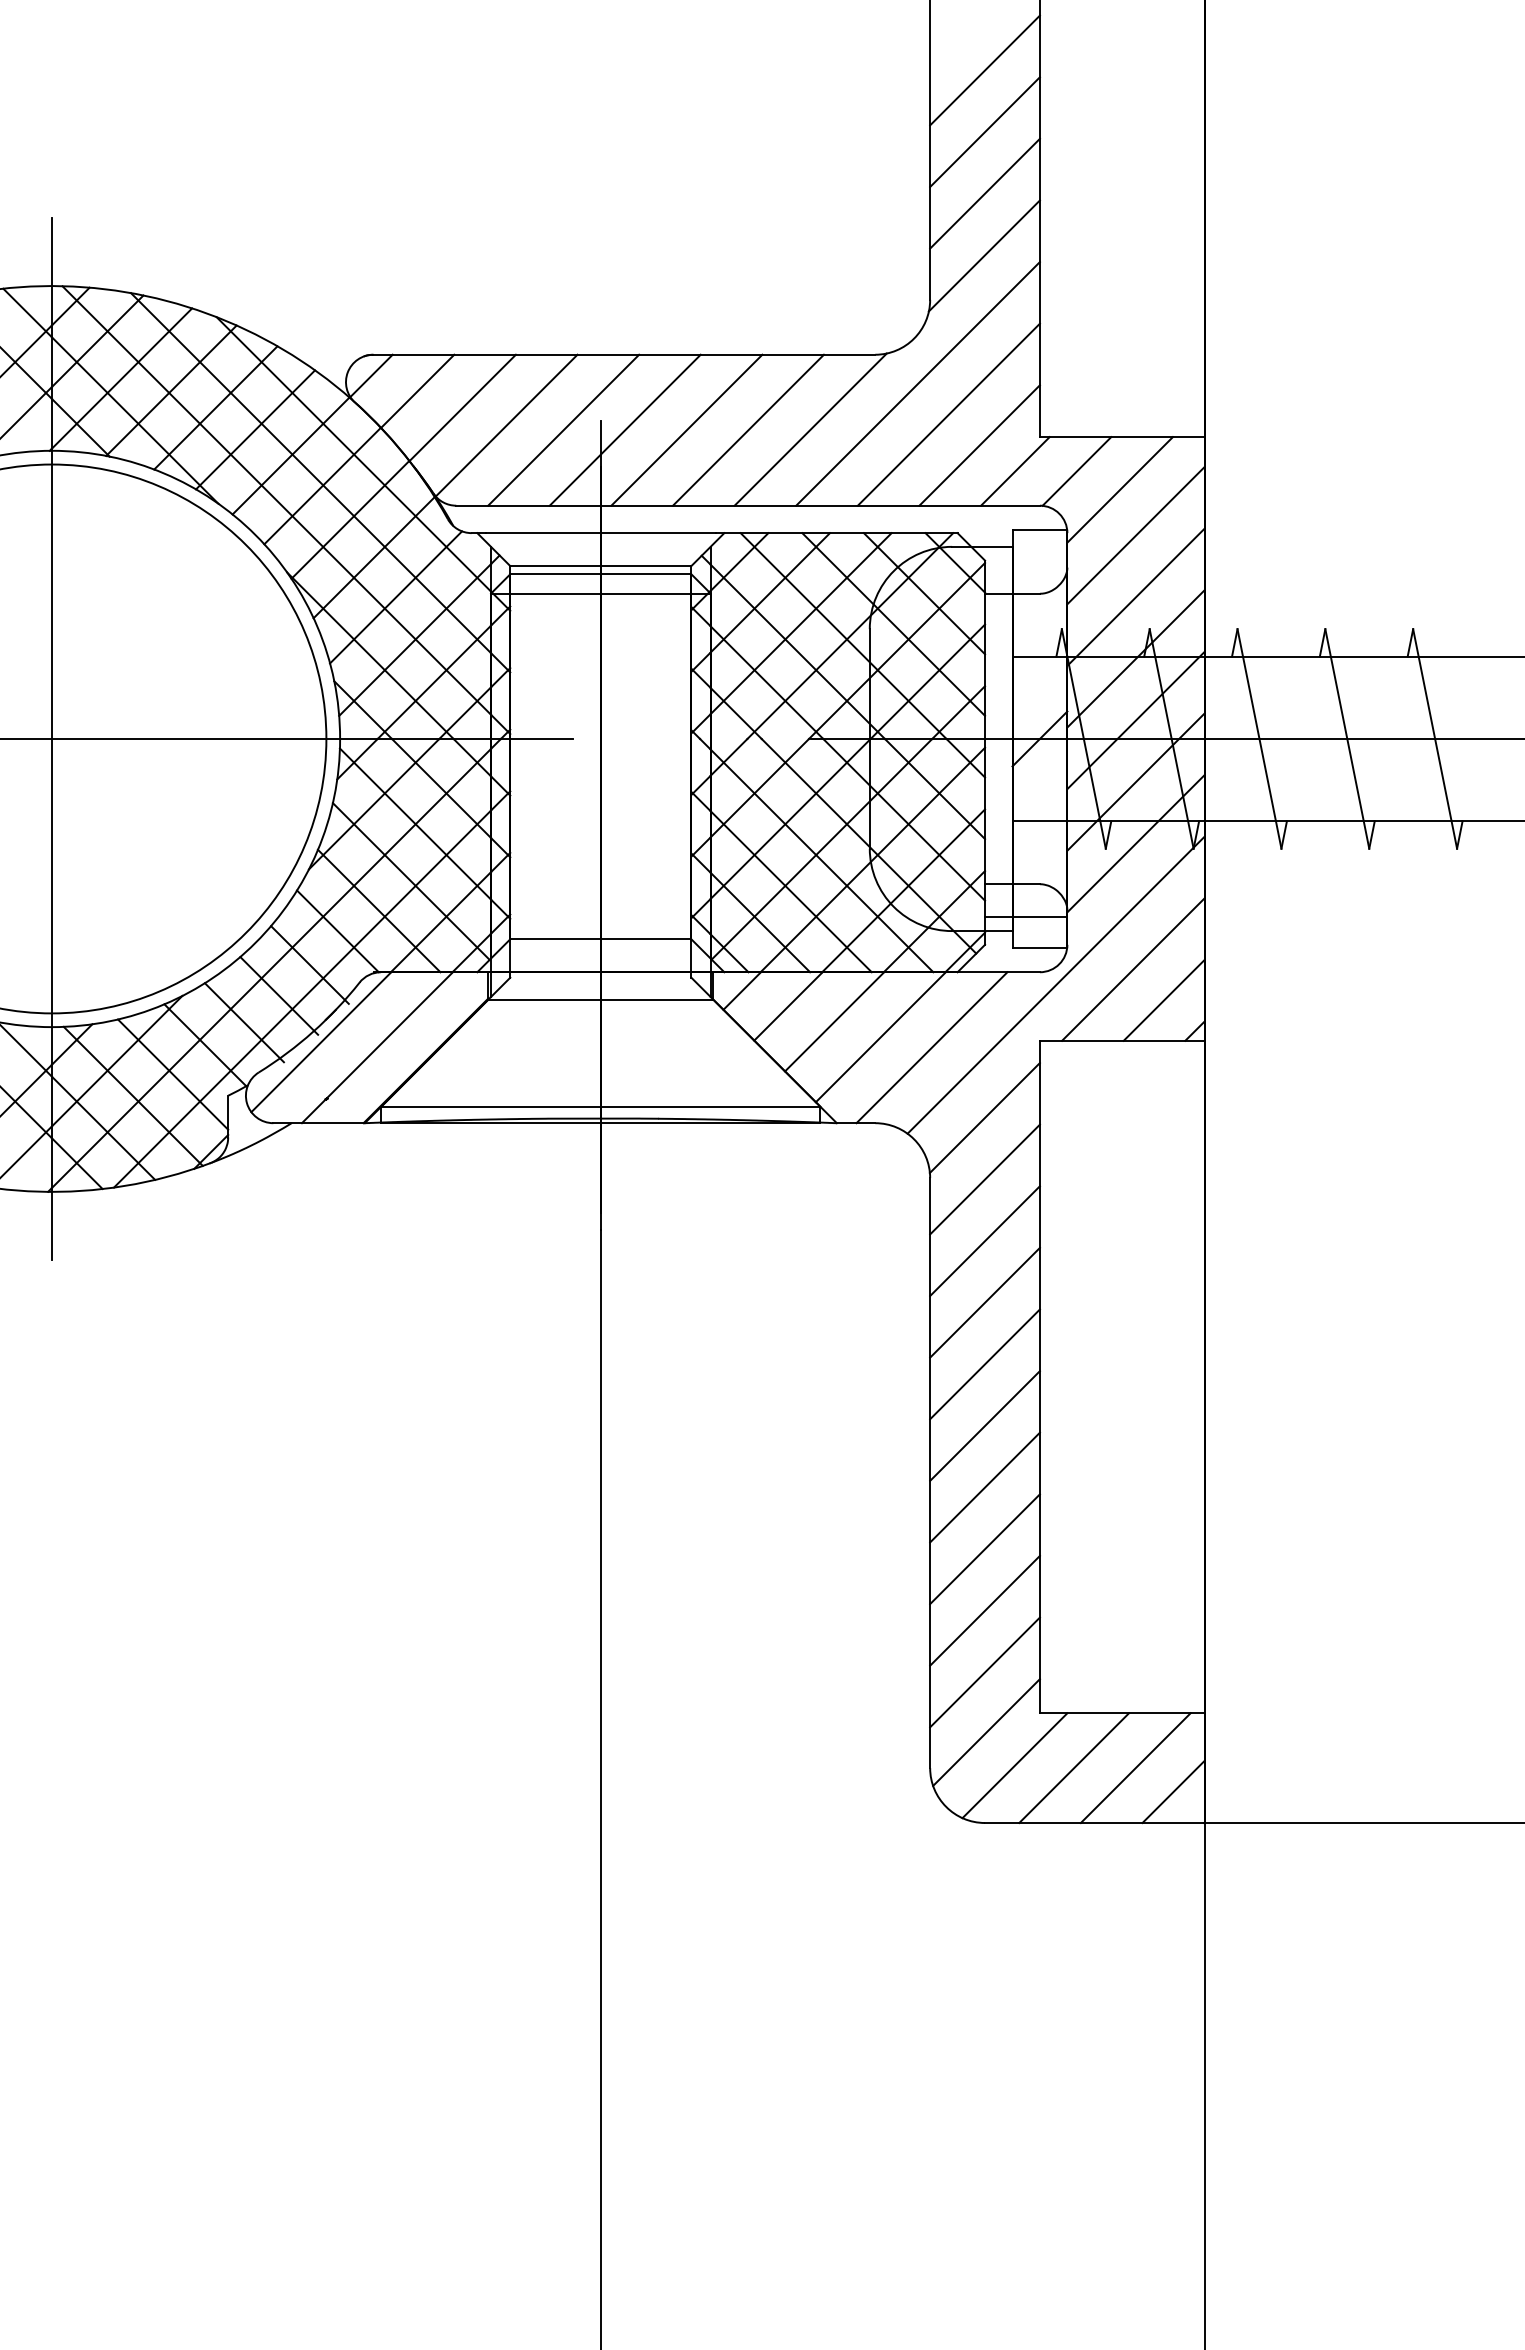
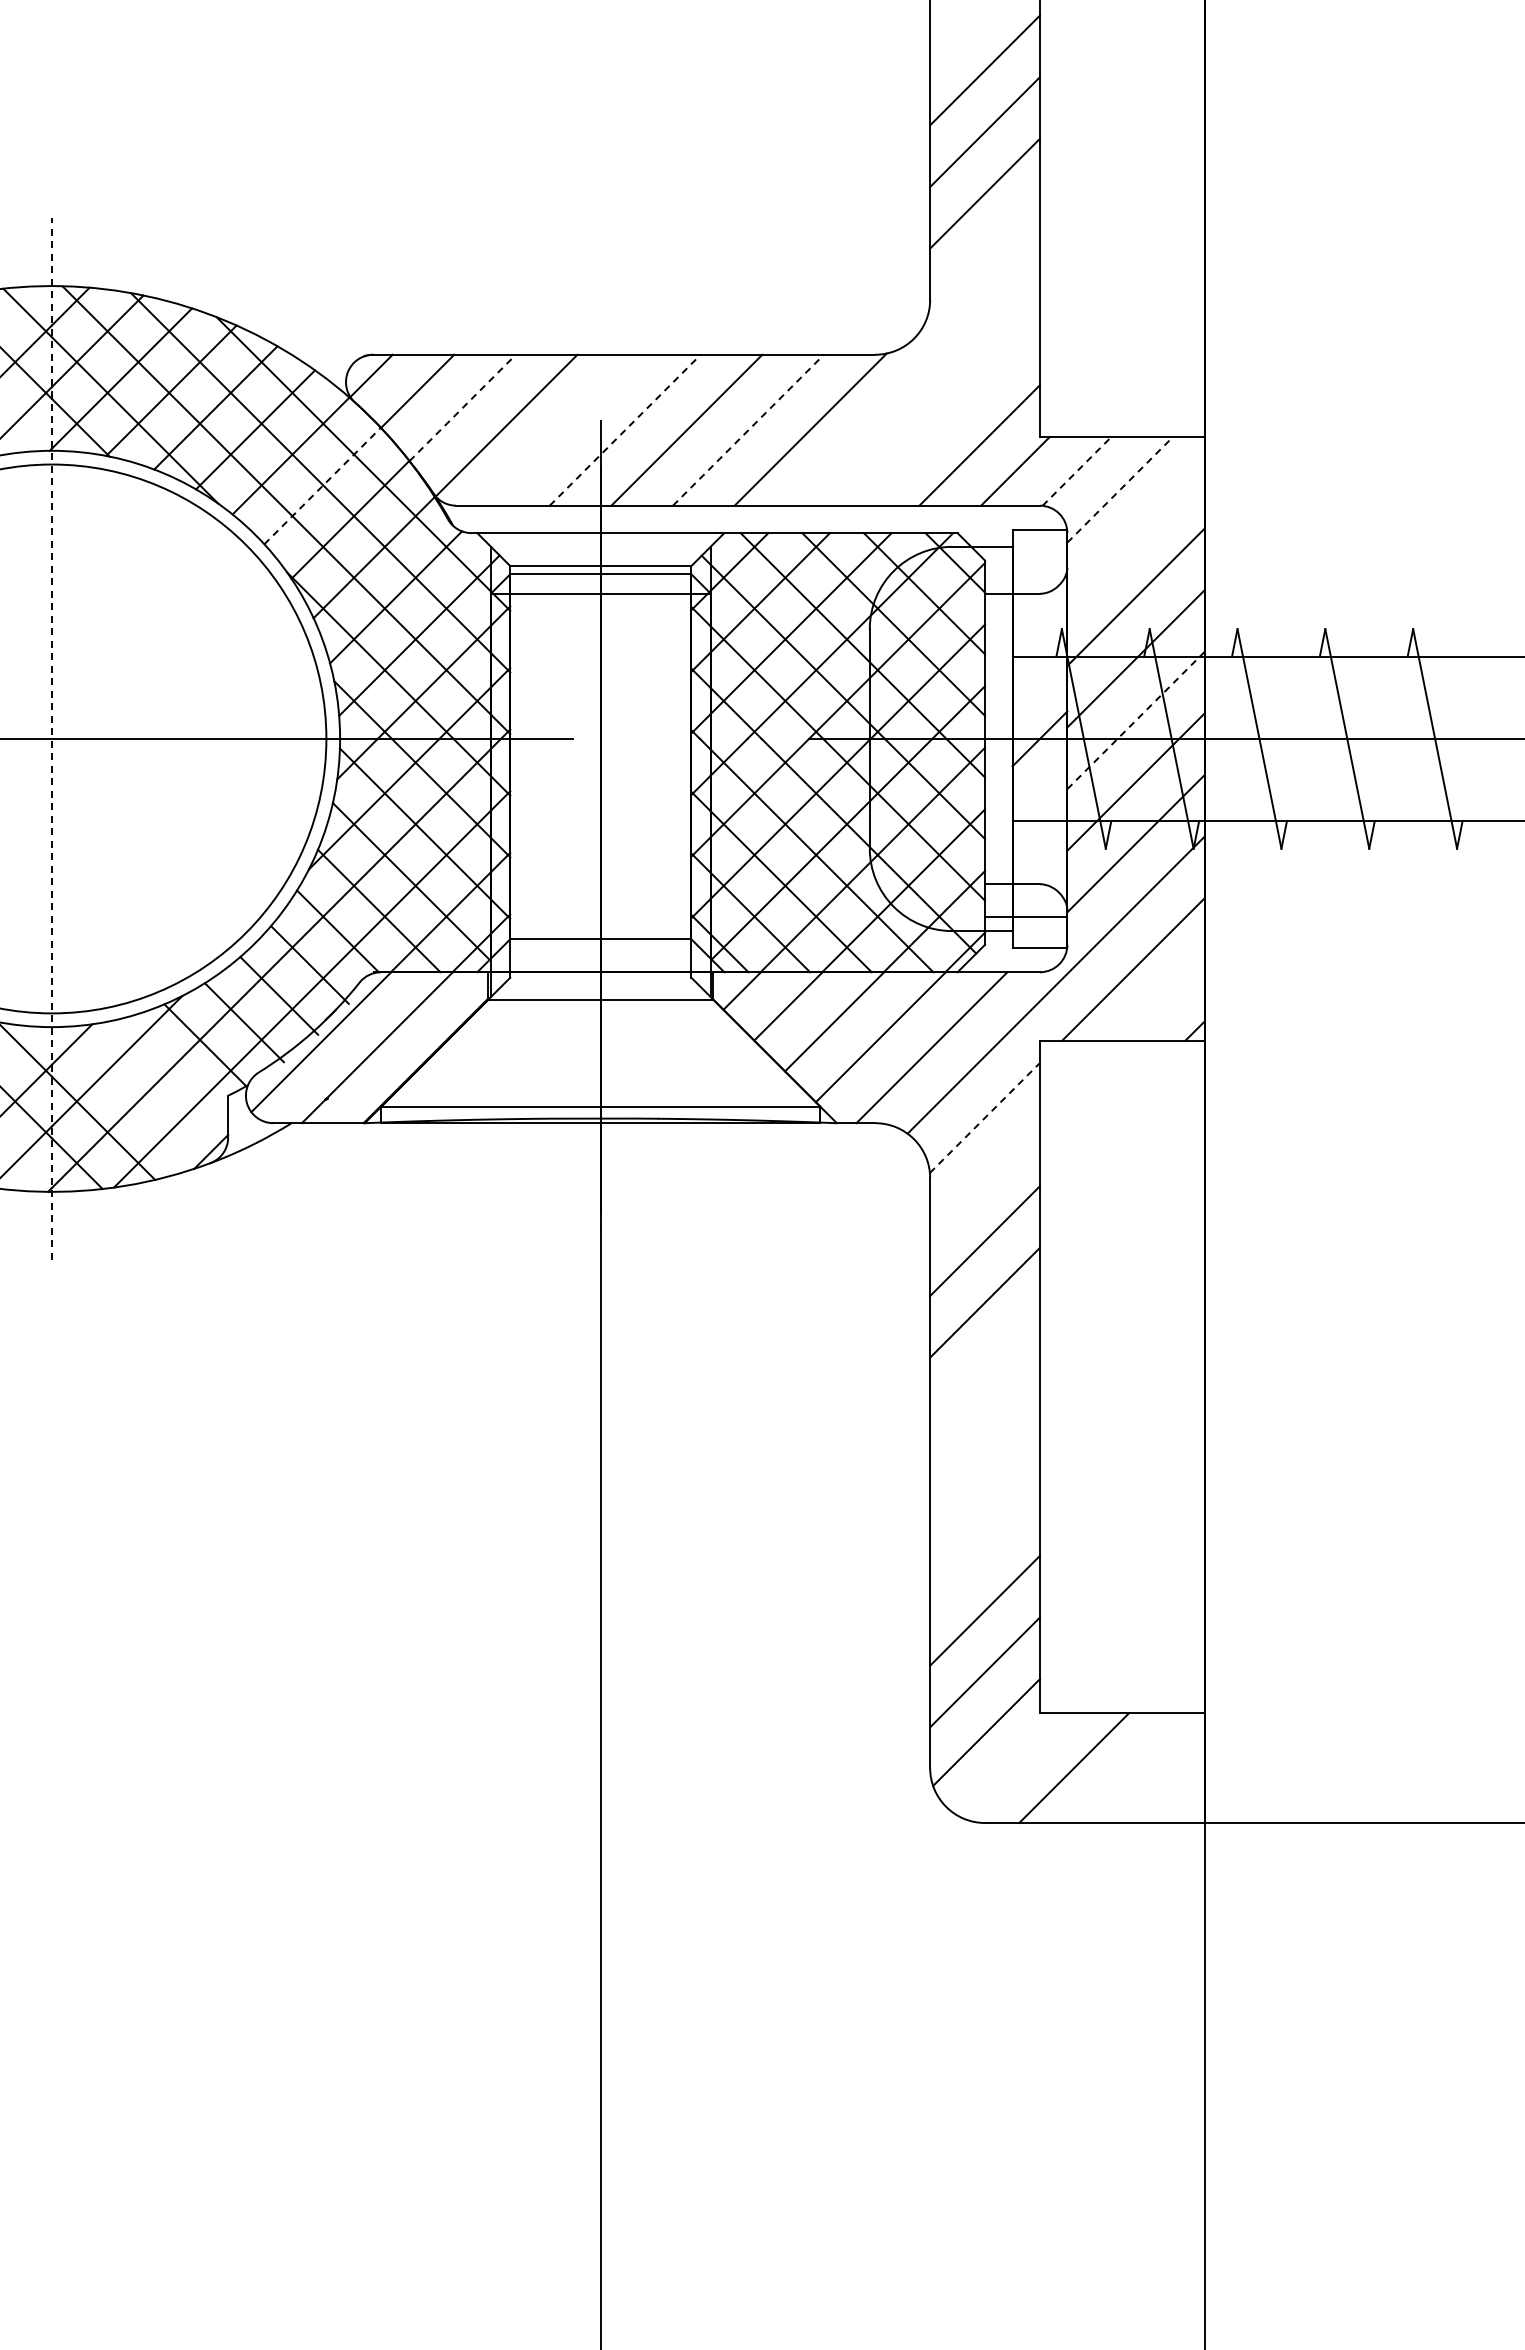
line at (983, 255): present -> none
line at (917, 383): present -> none
line at (463, 407): solid -> dashed
line at (948, 414): present -> none
line at (563, 429): present -> none
line at (625, 430): solid -> dashed
line at (748, 430): solid -> dashed
line at (1076, 471): solid -> dashed
line at (322, 485): solid -> dashed
line at (1120, 489): solid -> dashed
line at (1135, 535): present -> none
line at (1136, 720): solid -> dashed
line at (51, 739): solid -> dashed
line at (1163, 1000): present -> none
line at (172, 1074): present -> none
line at (132, 1095): present -> none
line at (984, 1118): solid -> dashed
line at (984, 1179): present -> none
line at (984, 1364): present -> none
line at (984, 1425): present -> none
line at (984, 1487): present -> none
line at (984, 1549): present -> none
line at (1014, 1765): present -> none
line at (1135, 1768): present -> none
line at (1173, 1791): present -> none
